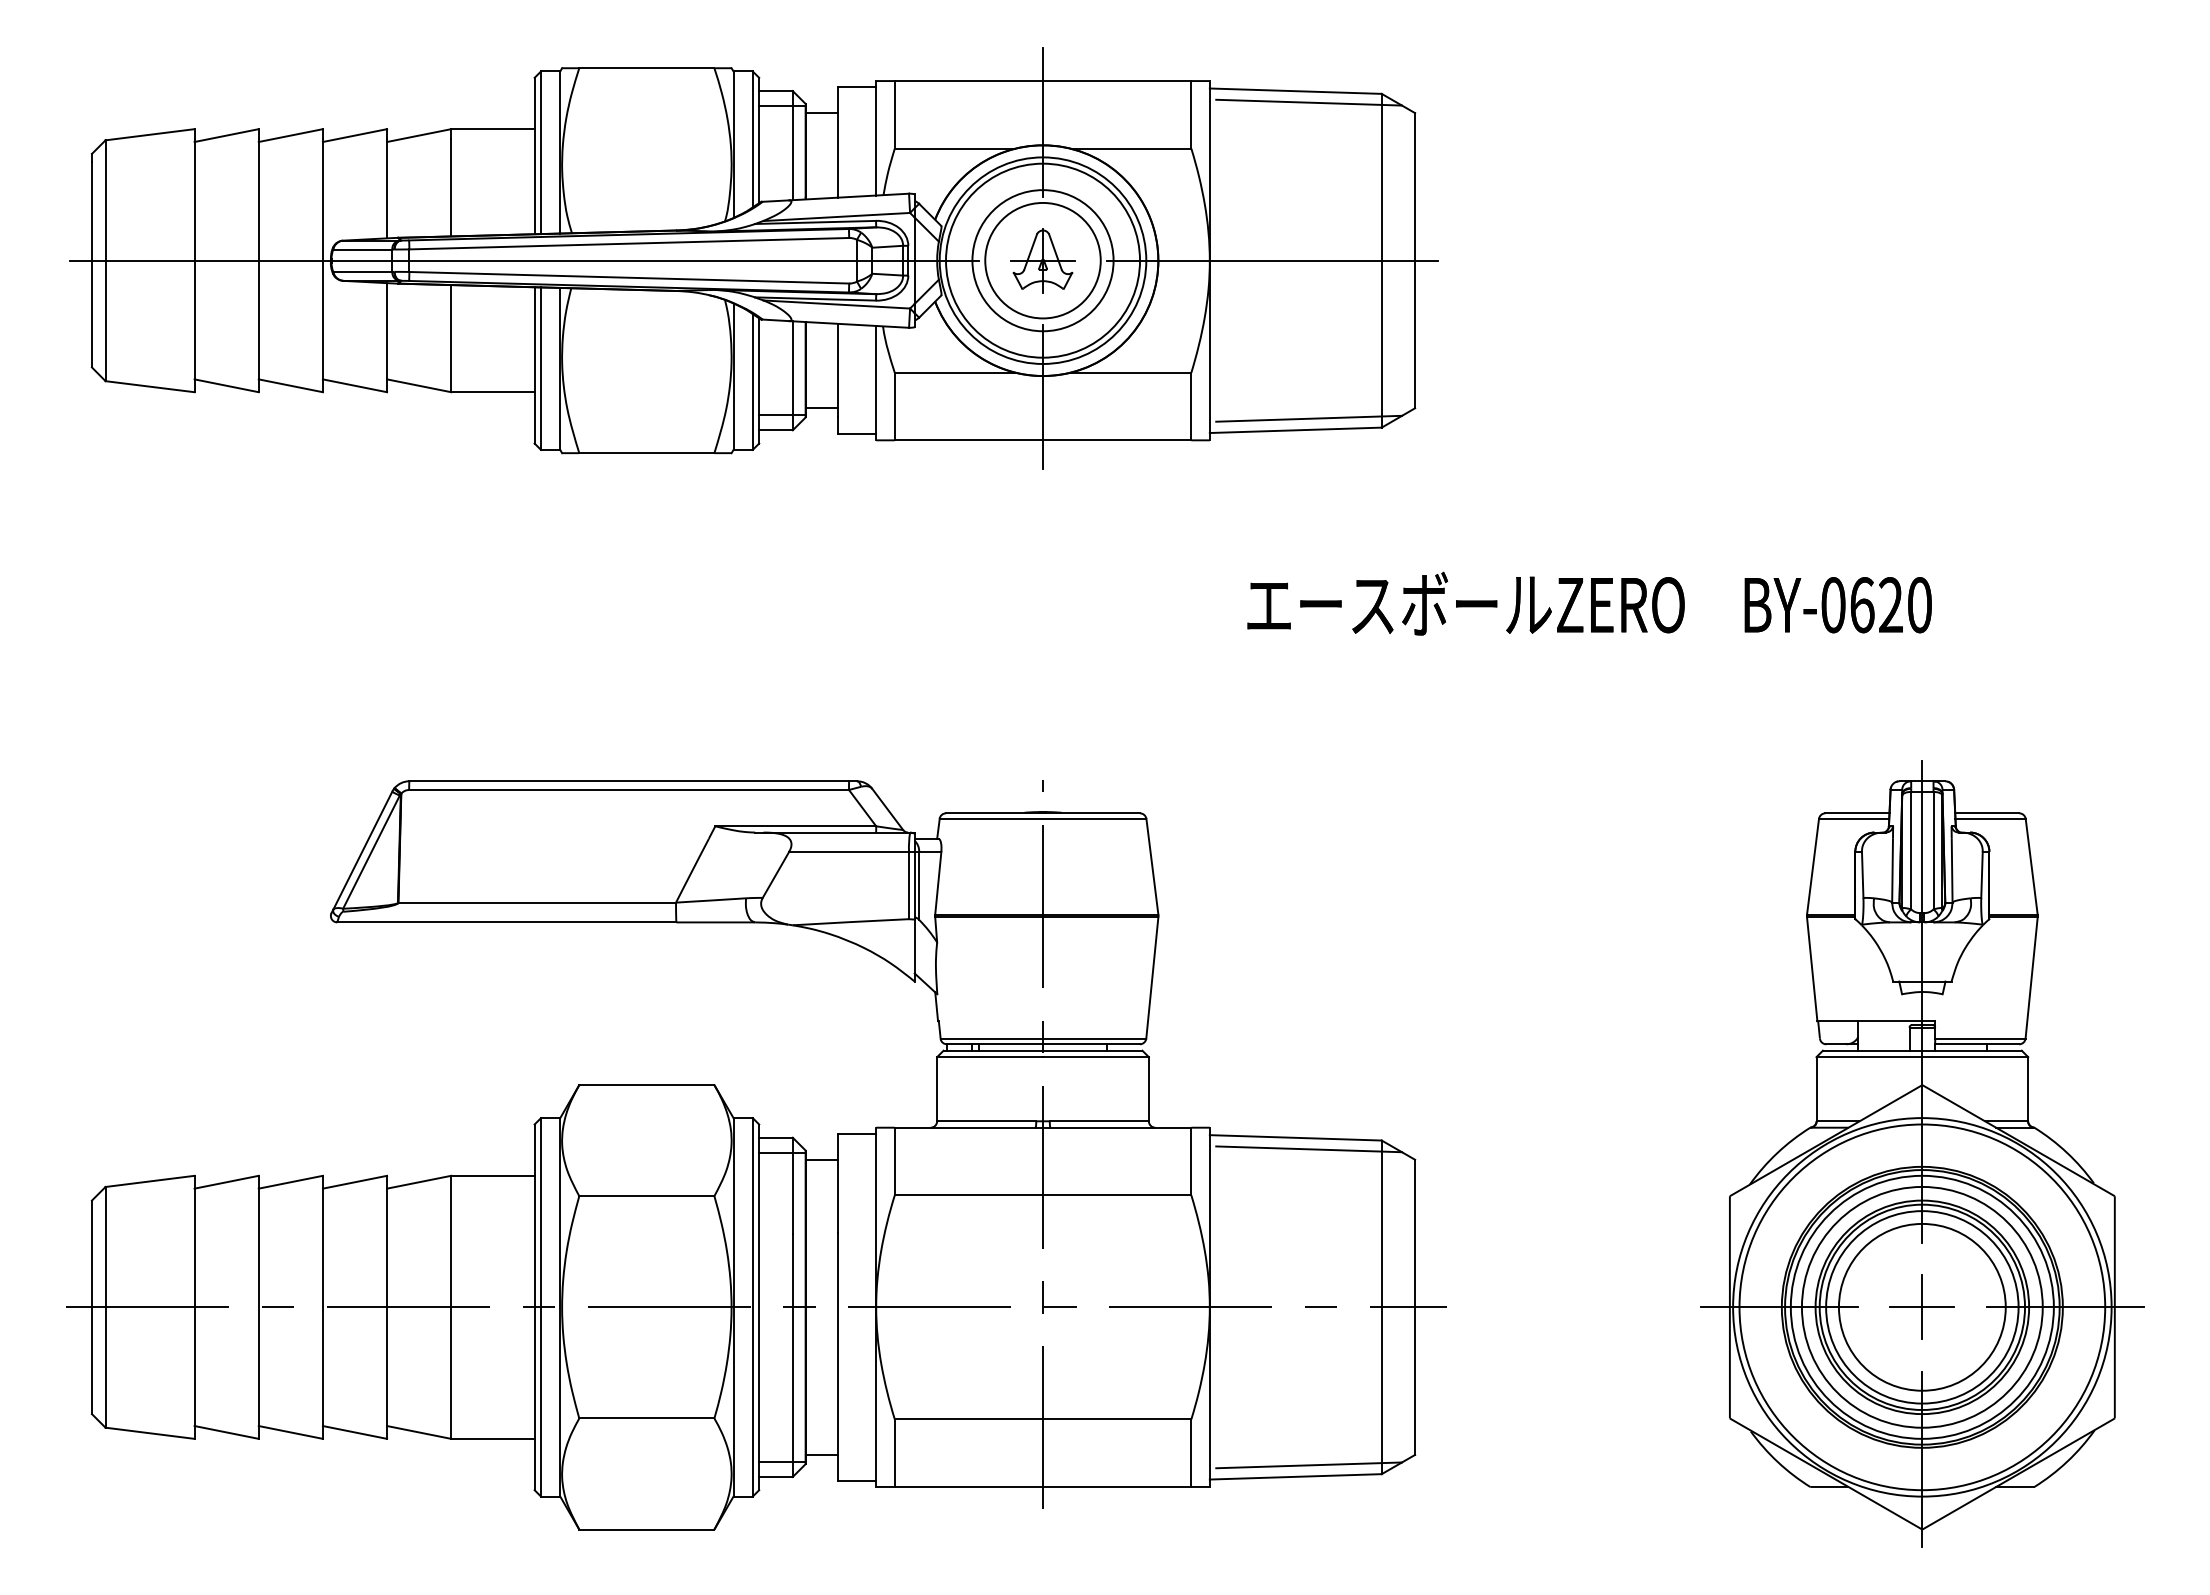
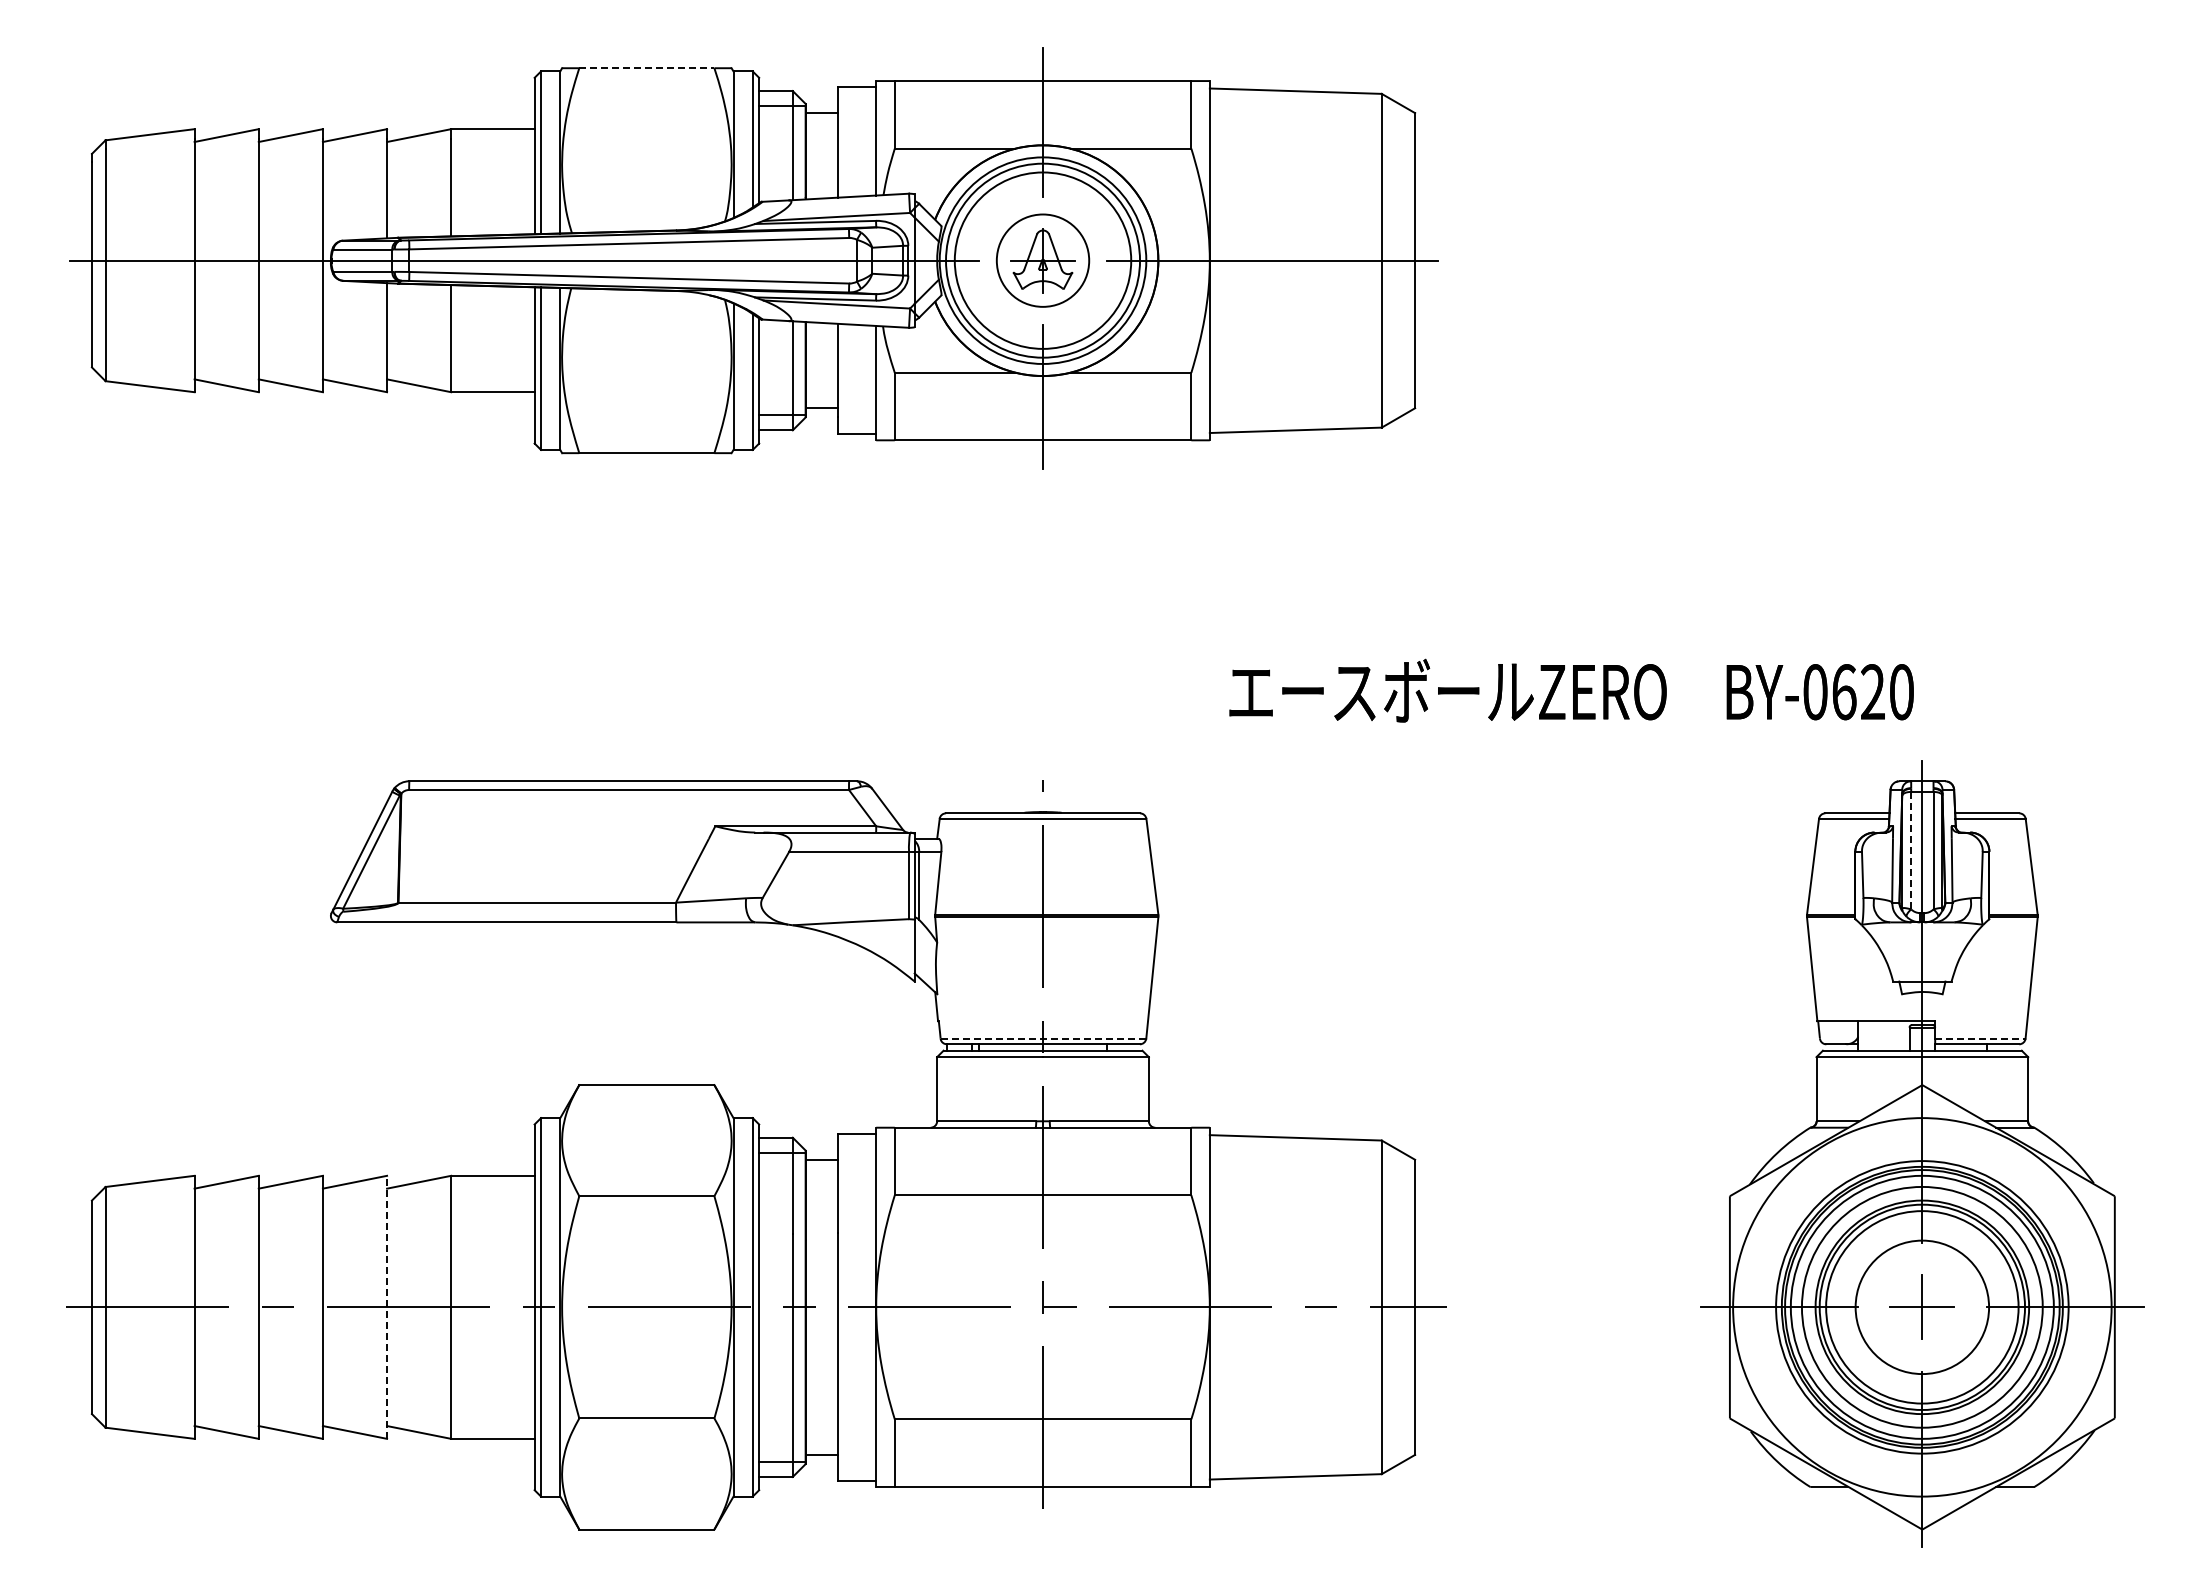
line at (646, 68): solid -> dashed
line at (1309, 102): present -> none
circle at (1042, 260) diameter: 115 px -> 92 px
circle at (1042, 260) diameter: 141 px -> 176 px
line at (1309, 418): present -> none
text at (1589, 603) position: (1589, 603) -> (1571, 690)
line at (1911, 850): solid -> dashed
line at (1043, 1038): solid -> dashed
line at (1980, 1038): solid -> dashed
line at (1309, 1149): present -> none
circle at (1921, 1306) diameter: 167 px -> 133 px
line at (387, 1307): solid -> dashed
circle at (1922, 1307) diameter: 366 px -> 293 px
line at (1309, 1465): present -> none
